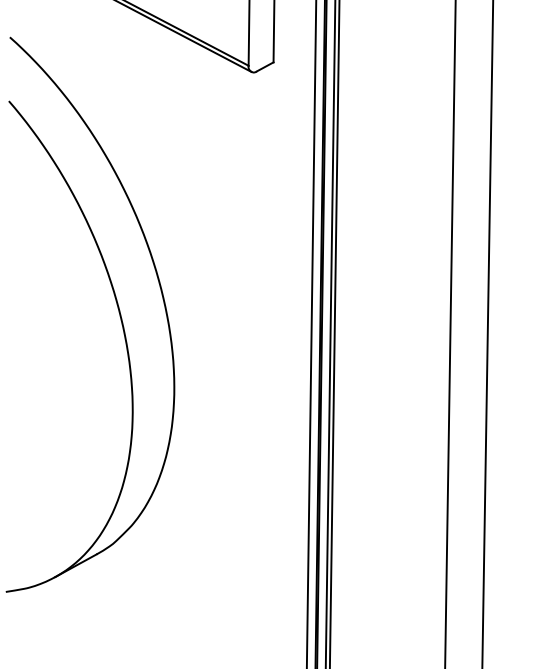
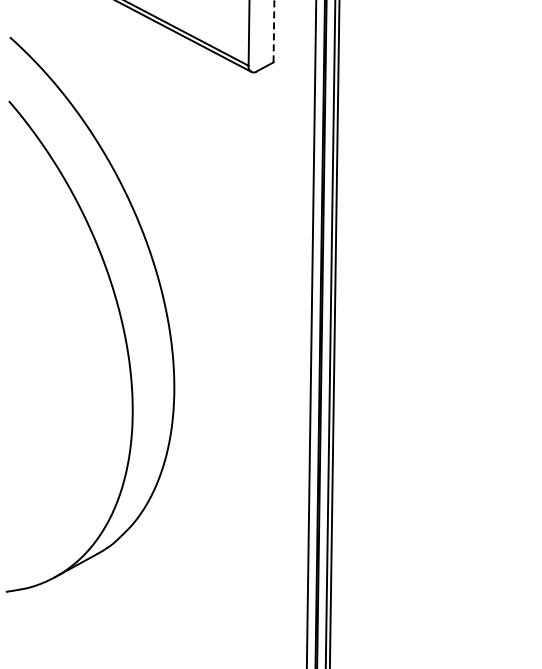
line at (273, 31): solid -> dashed
line at (450, 333): present -> none
line at (487, 333): present -> none
